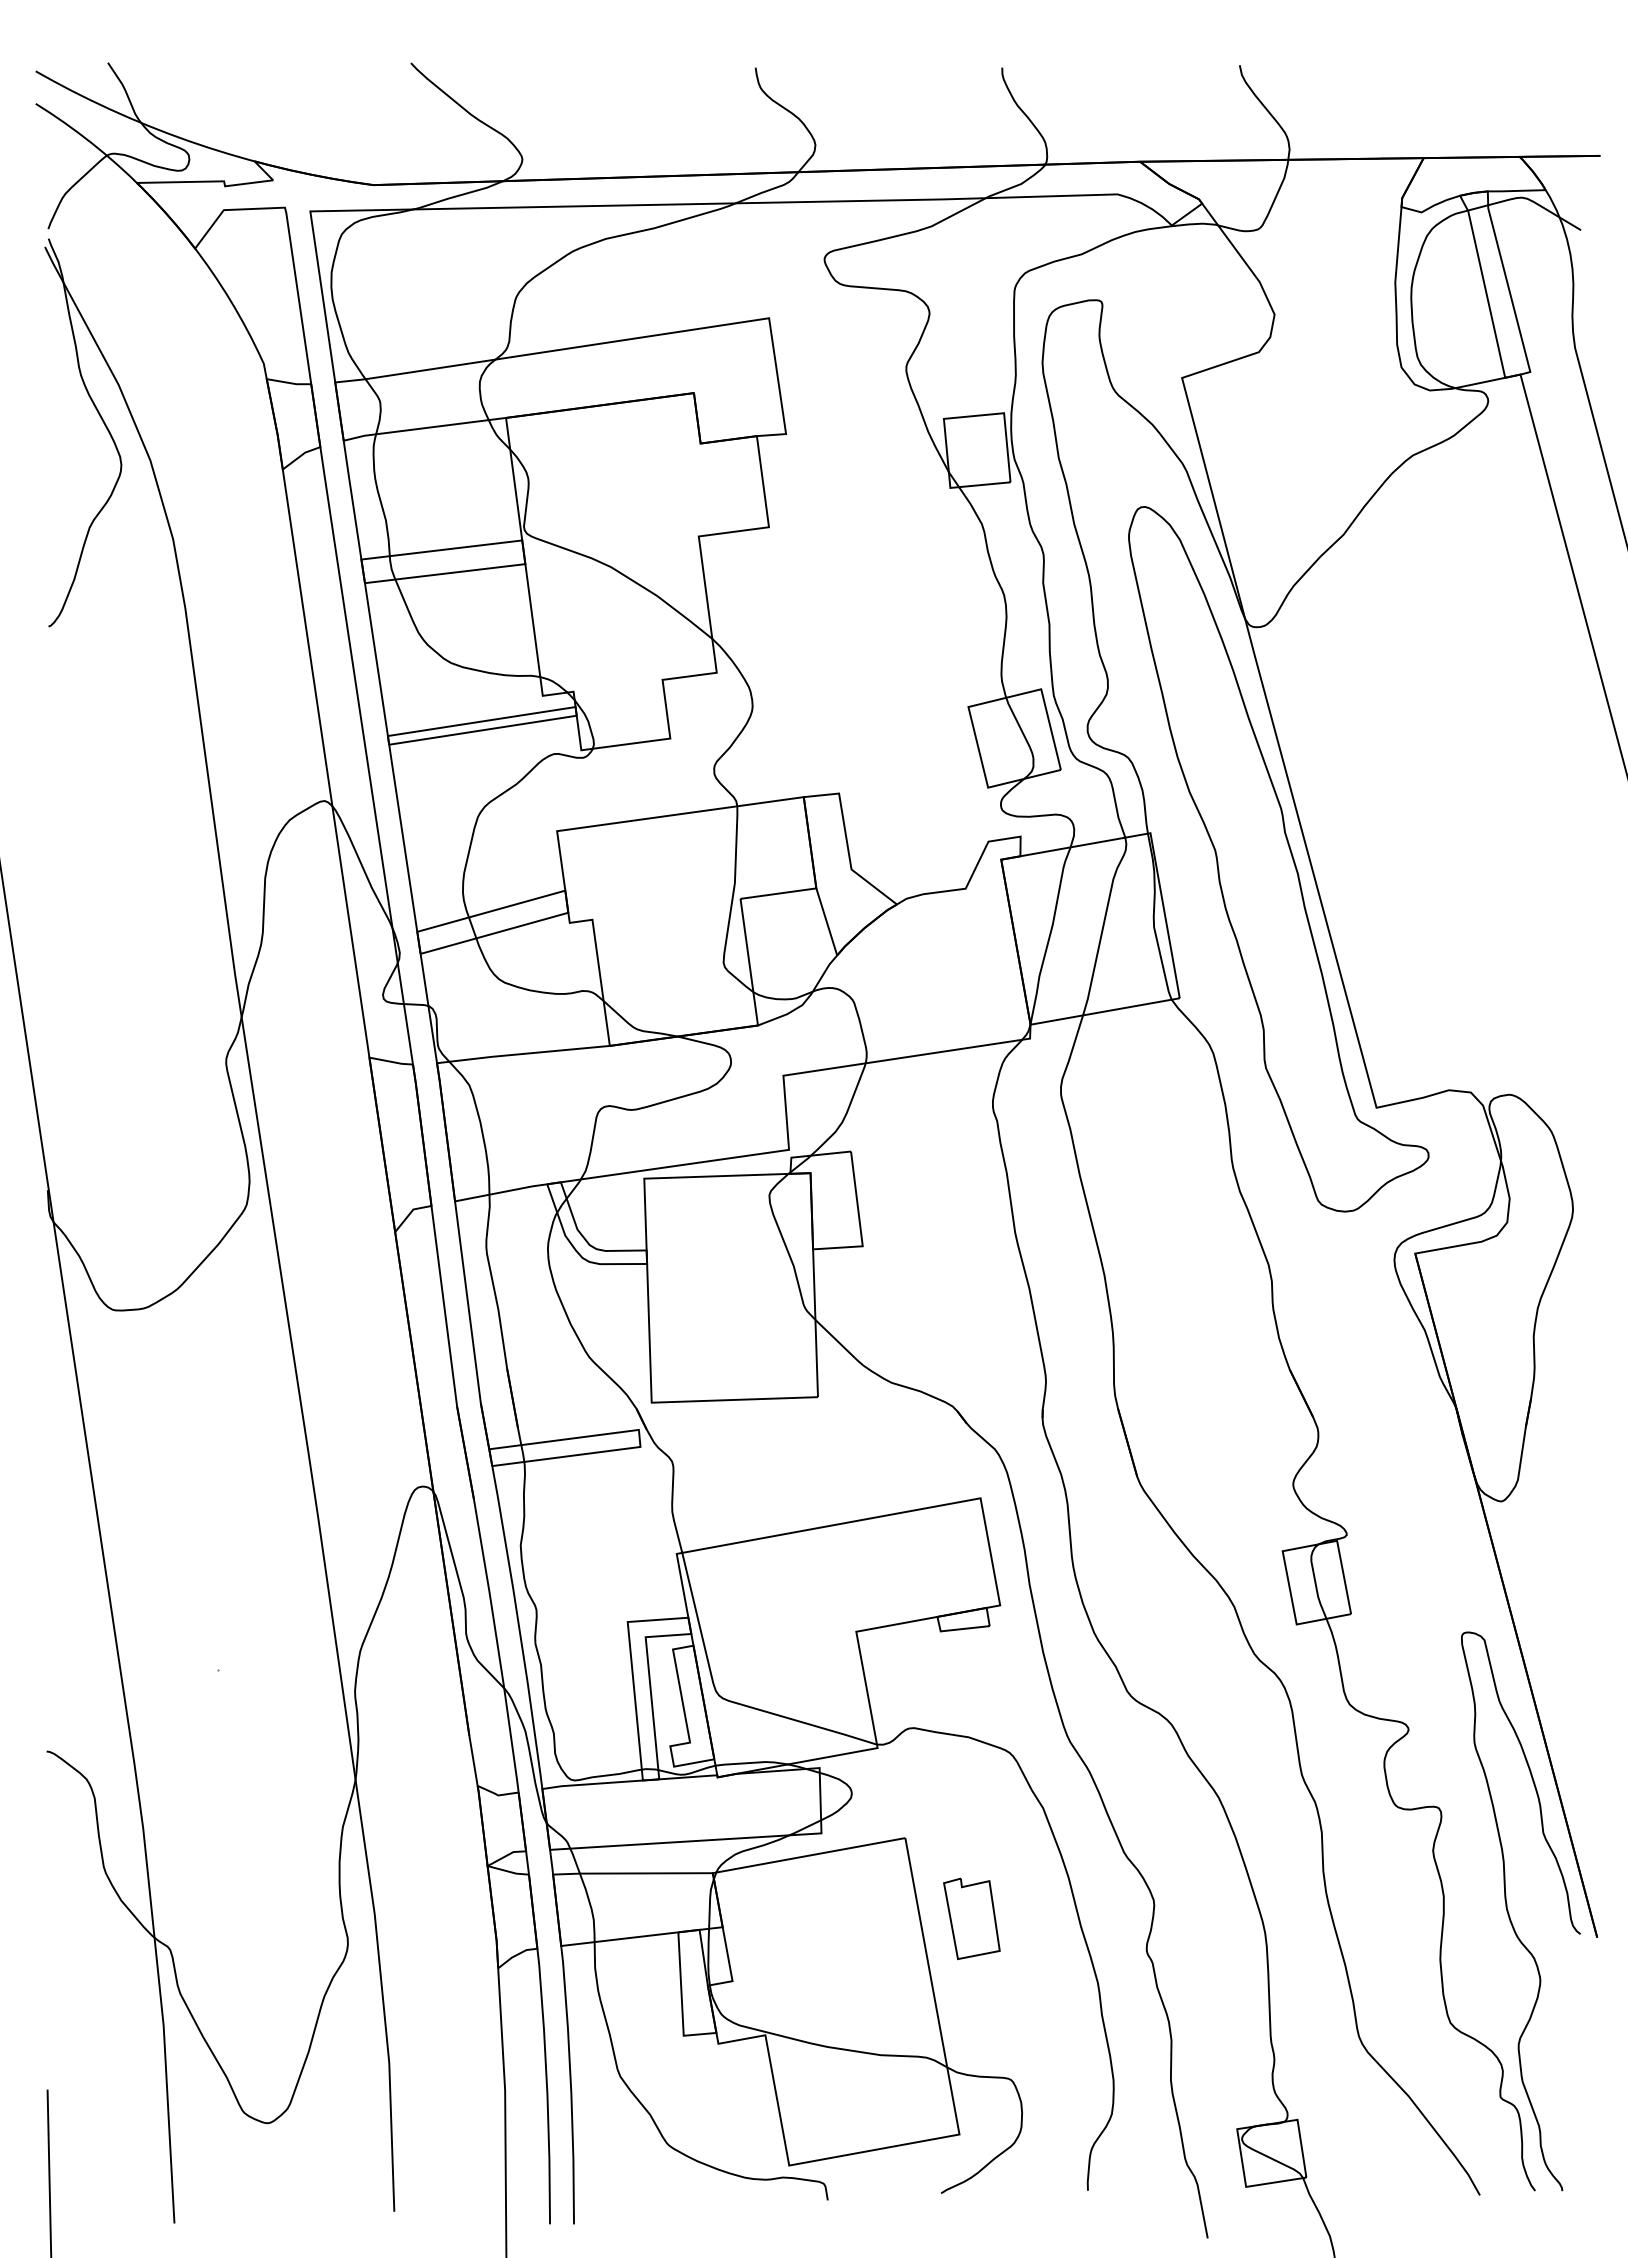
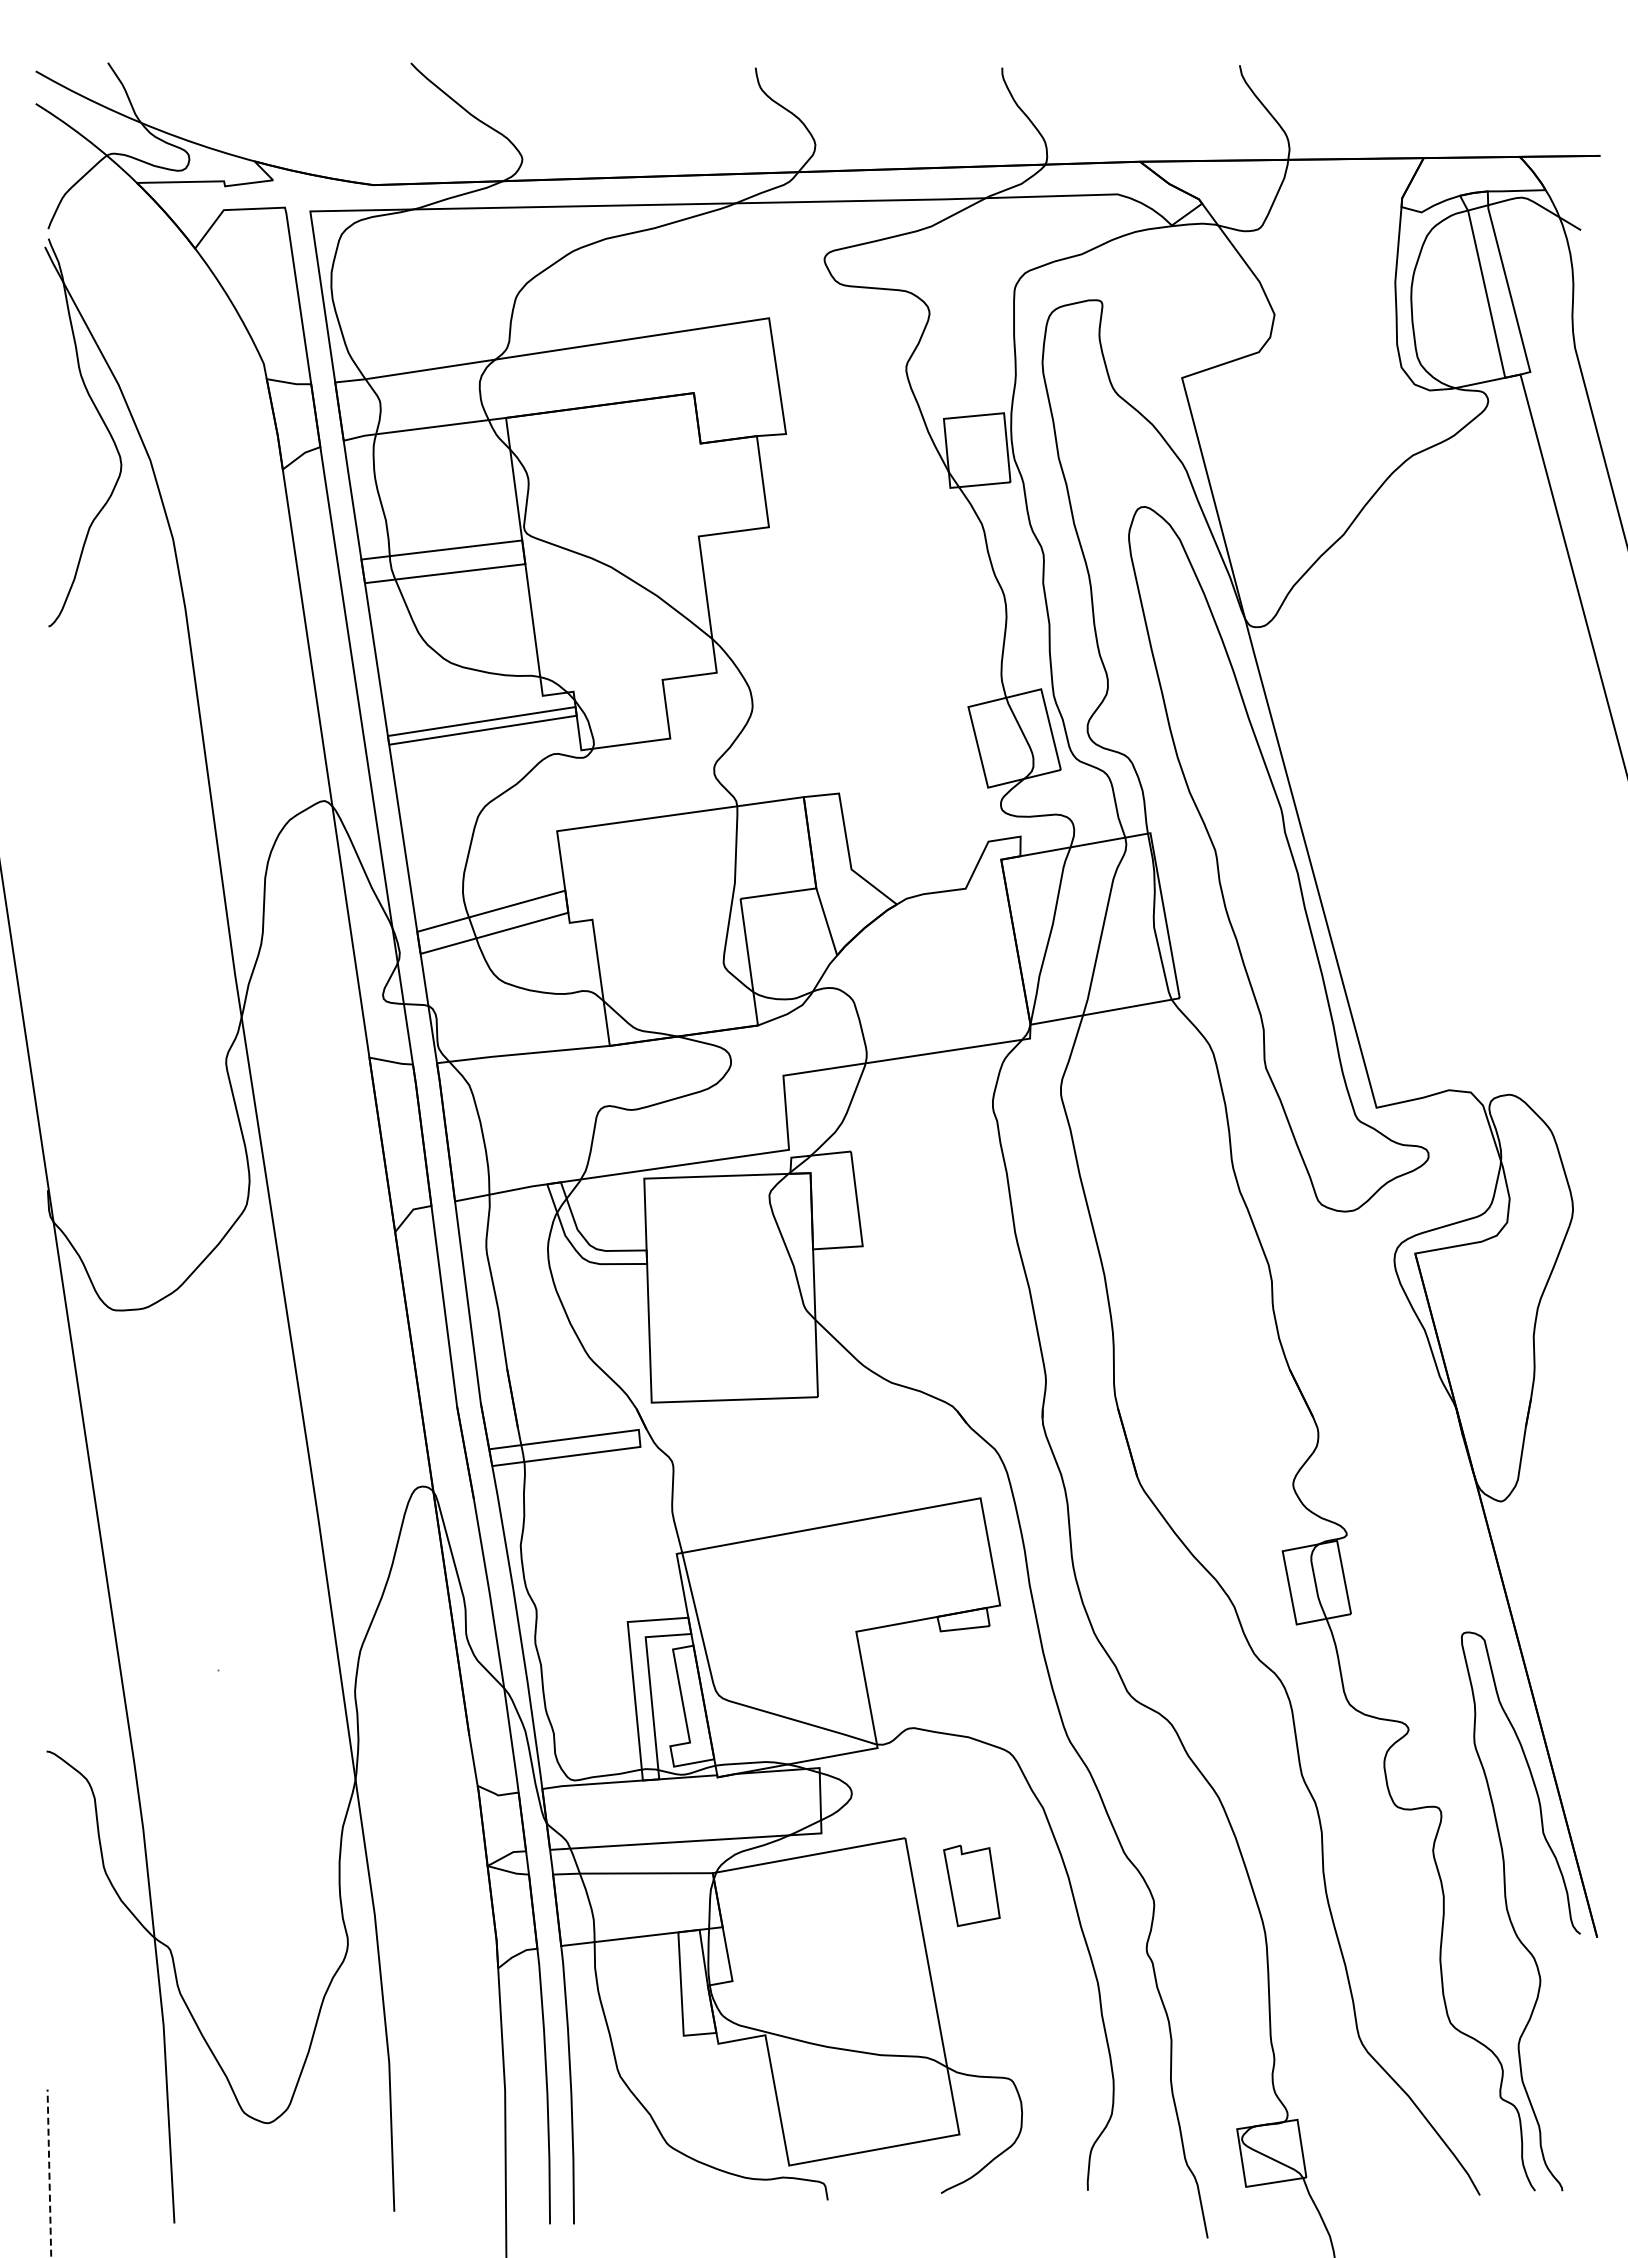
part at (971, 1918) position: (971, 1918) -> (971, 1885)
line at (49, 2173): solid -> dashed
